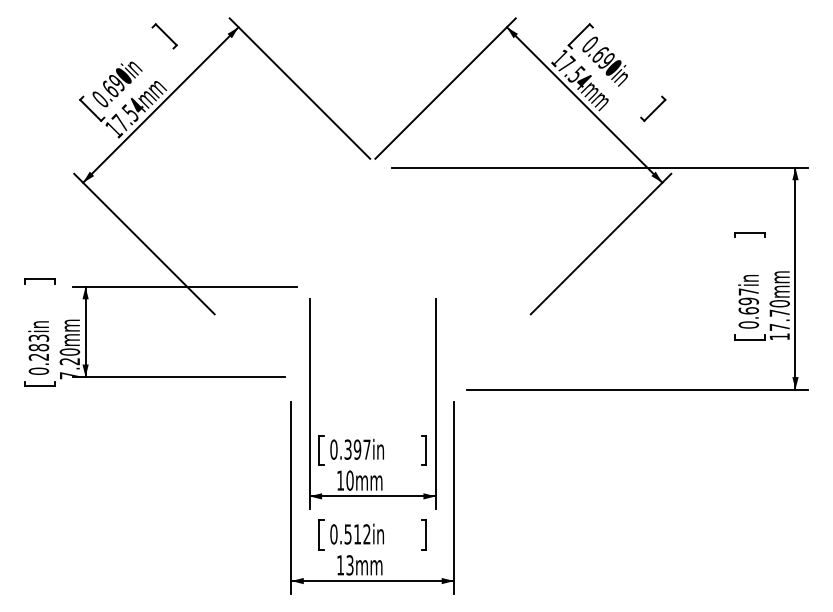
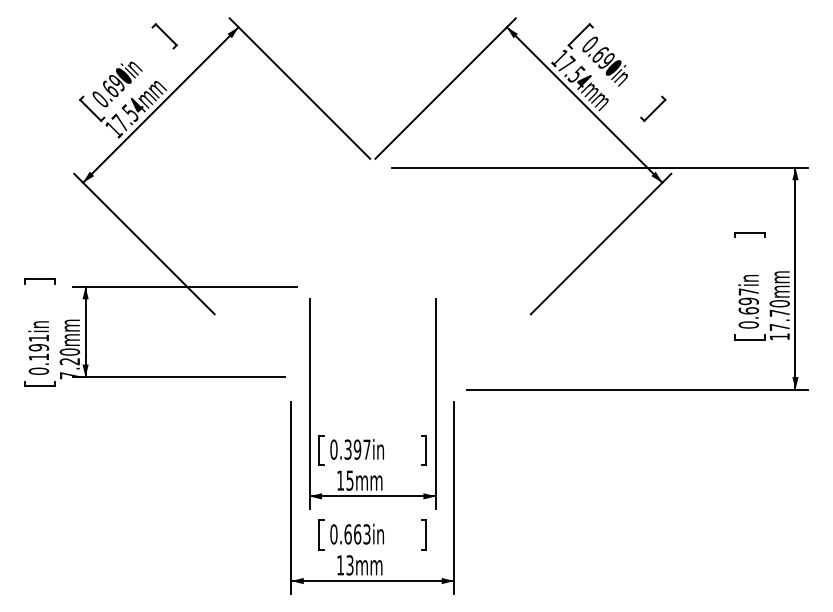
text at (38, 347): 0.283in -> 0.191in
text at (349, 480): 10mm -> 15mm
text at (357, 534): 0.512in -> 0.663in
